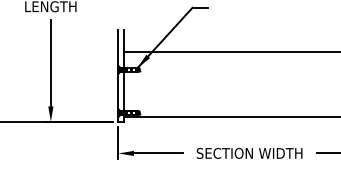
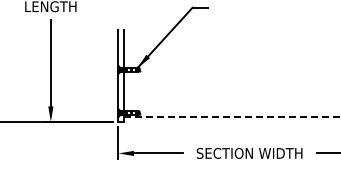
line at (230, 52): present -> none
line at (232, 116): solid -> dashed
